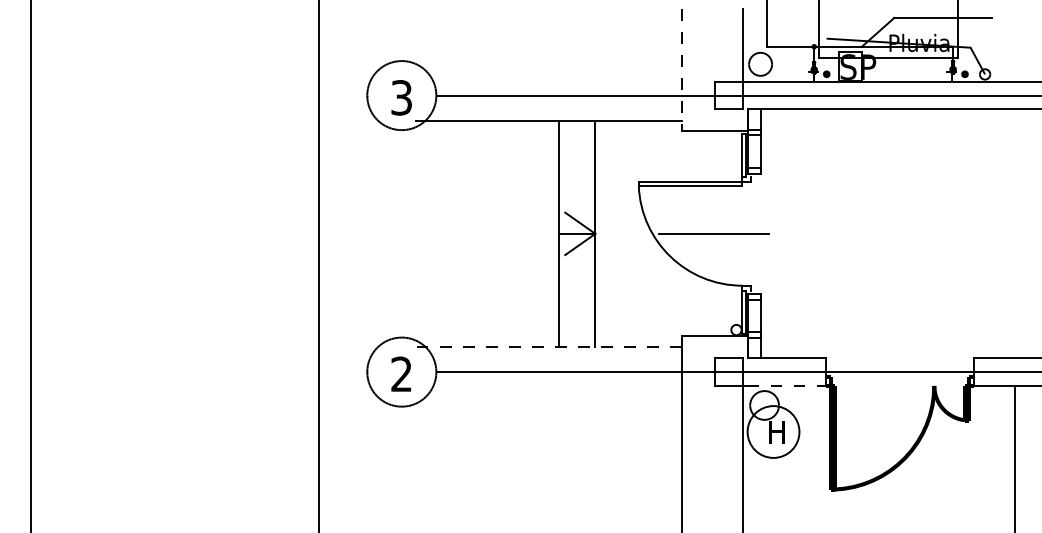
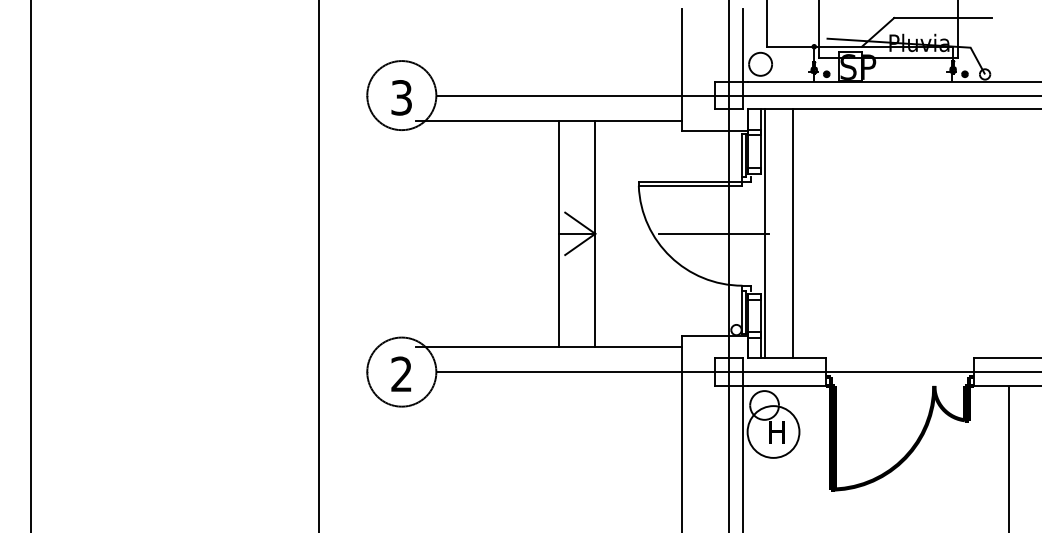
line at (681, 70): dashed -> solid
line at (764, 233): none -> present
line at (792, 233): none -> present
line at (729, 265): none -> present
line at (548, 346): dashed -> solid
line at (786, 385): dashed -> solid
line at (1014, 457) position: (1014, 457) -> (1008, 457)
